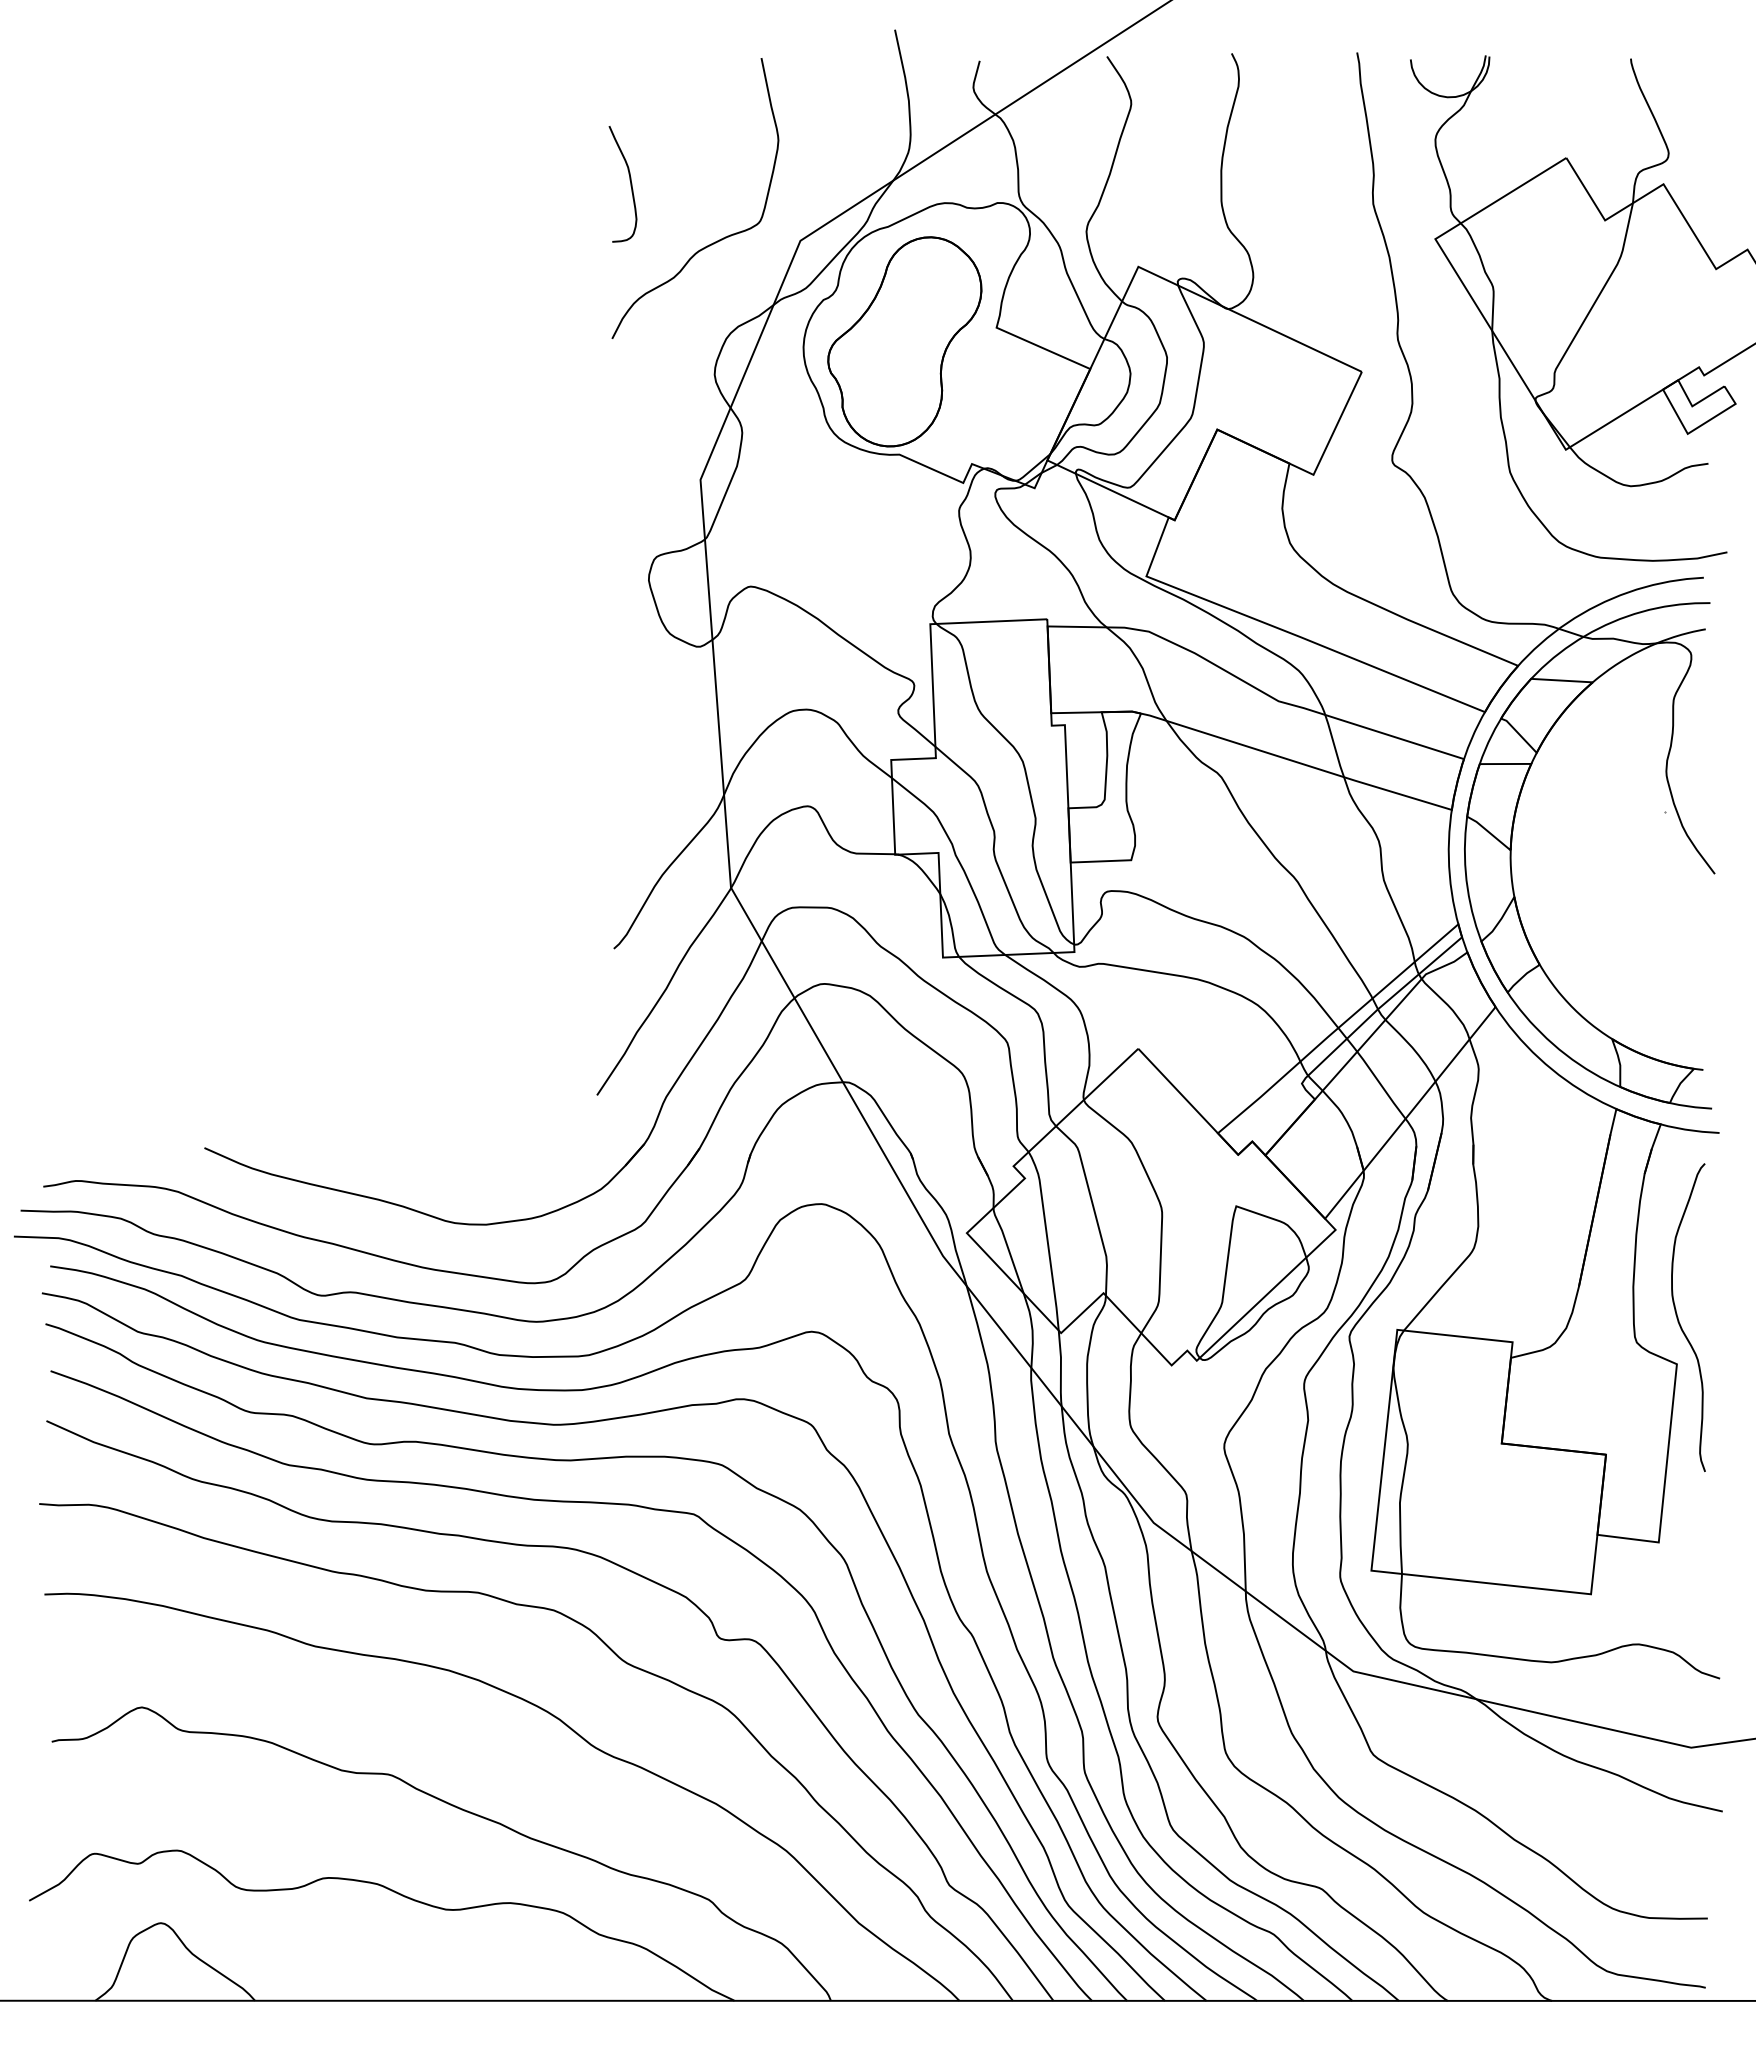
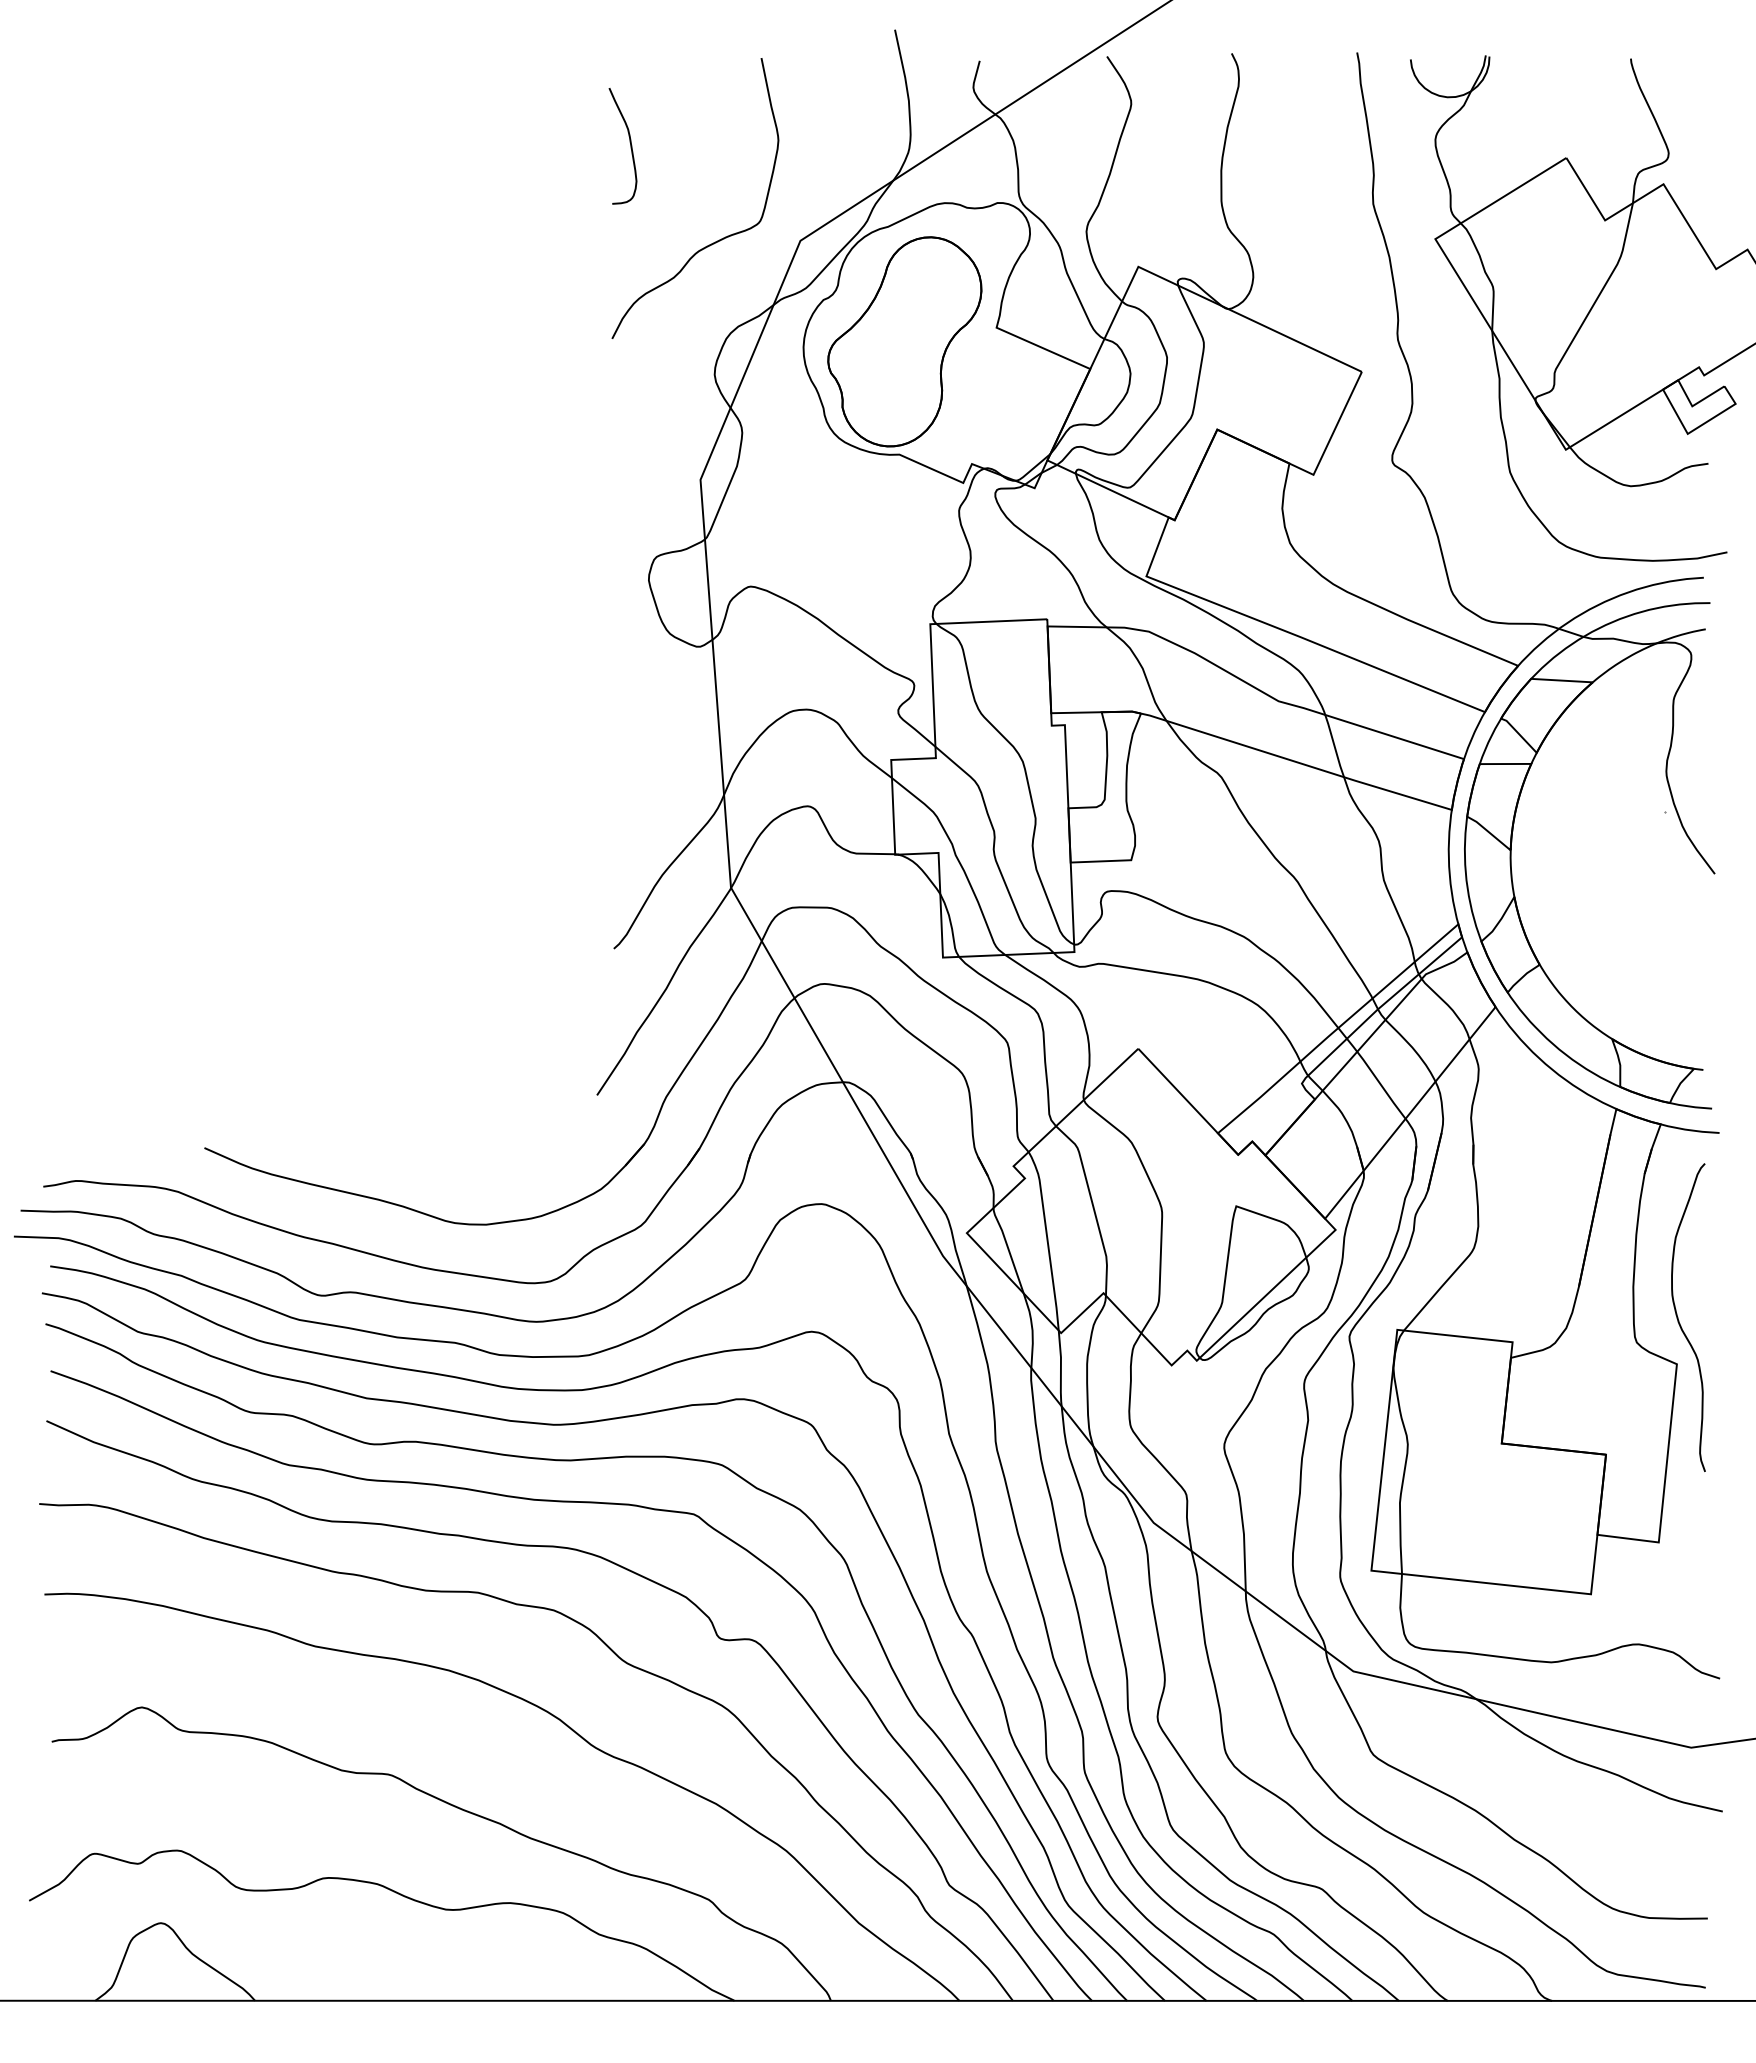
curve at (630, 184) position: (630, 184) -> (630, 146)
